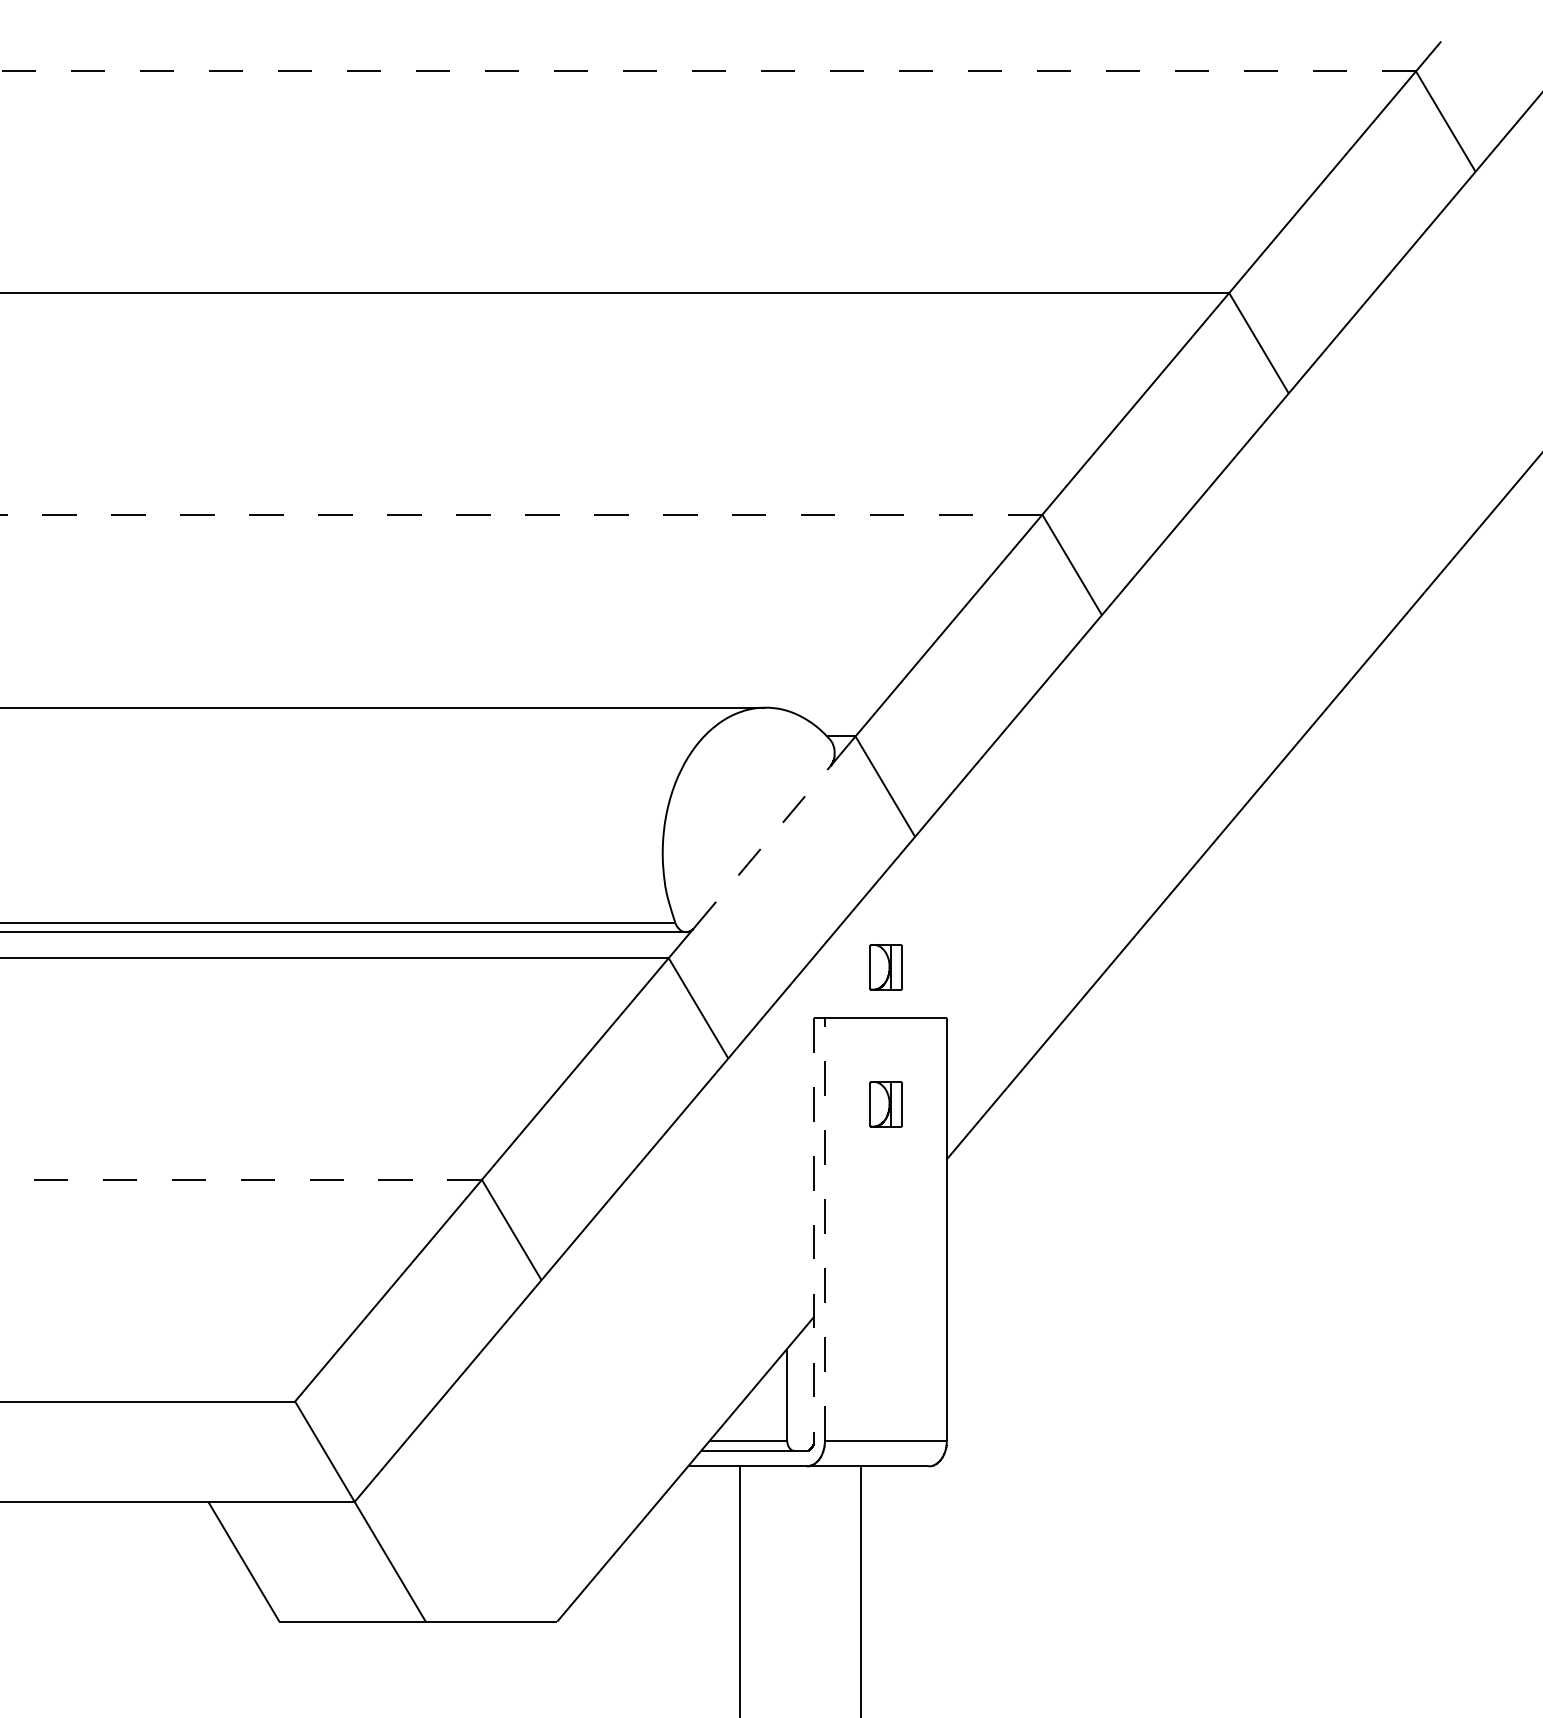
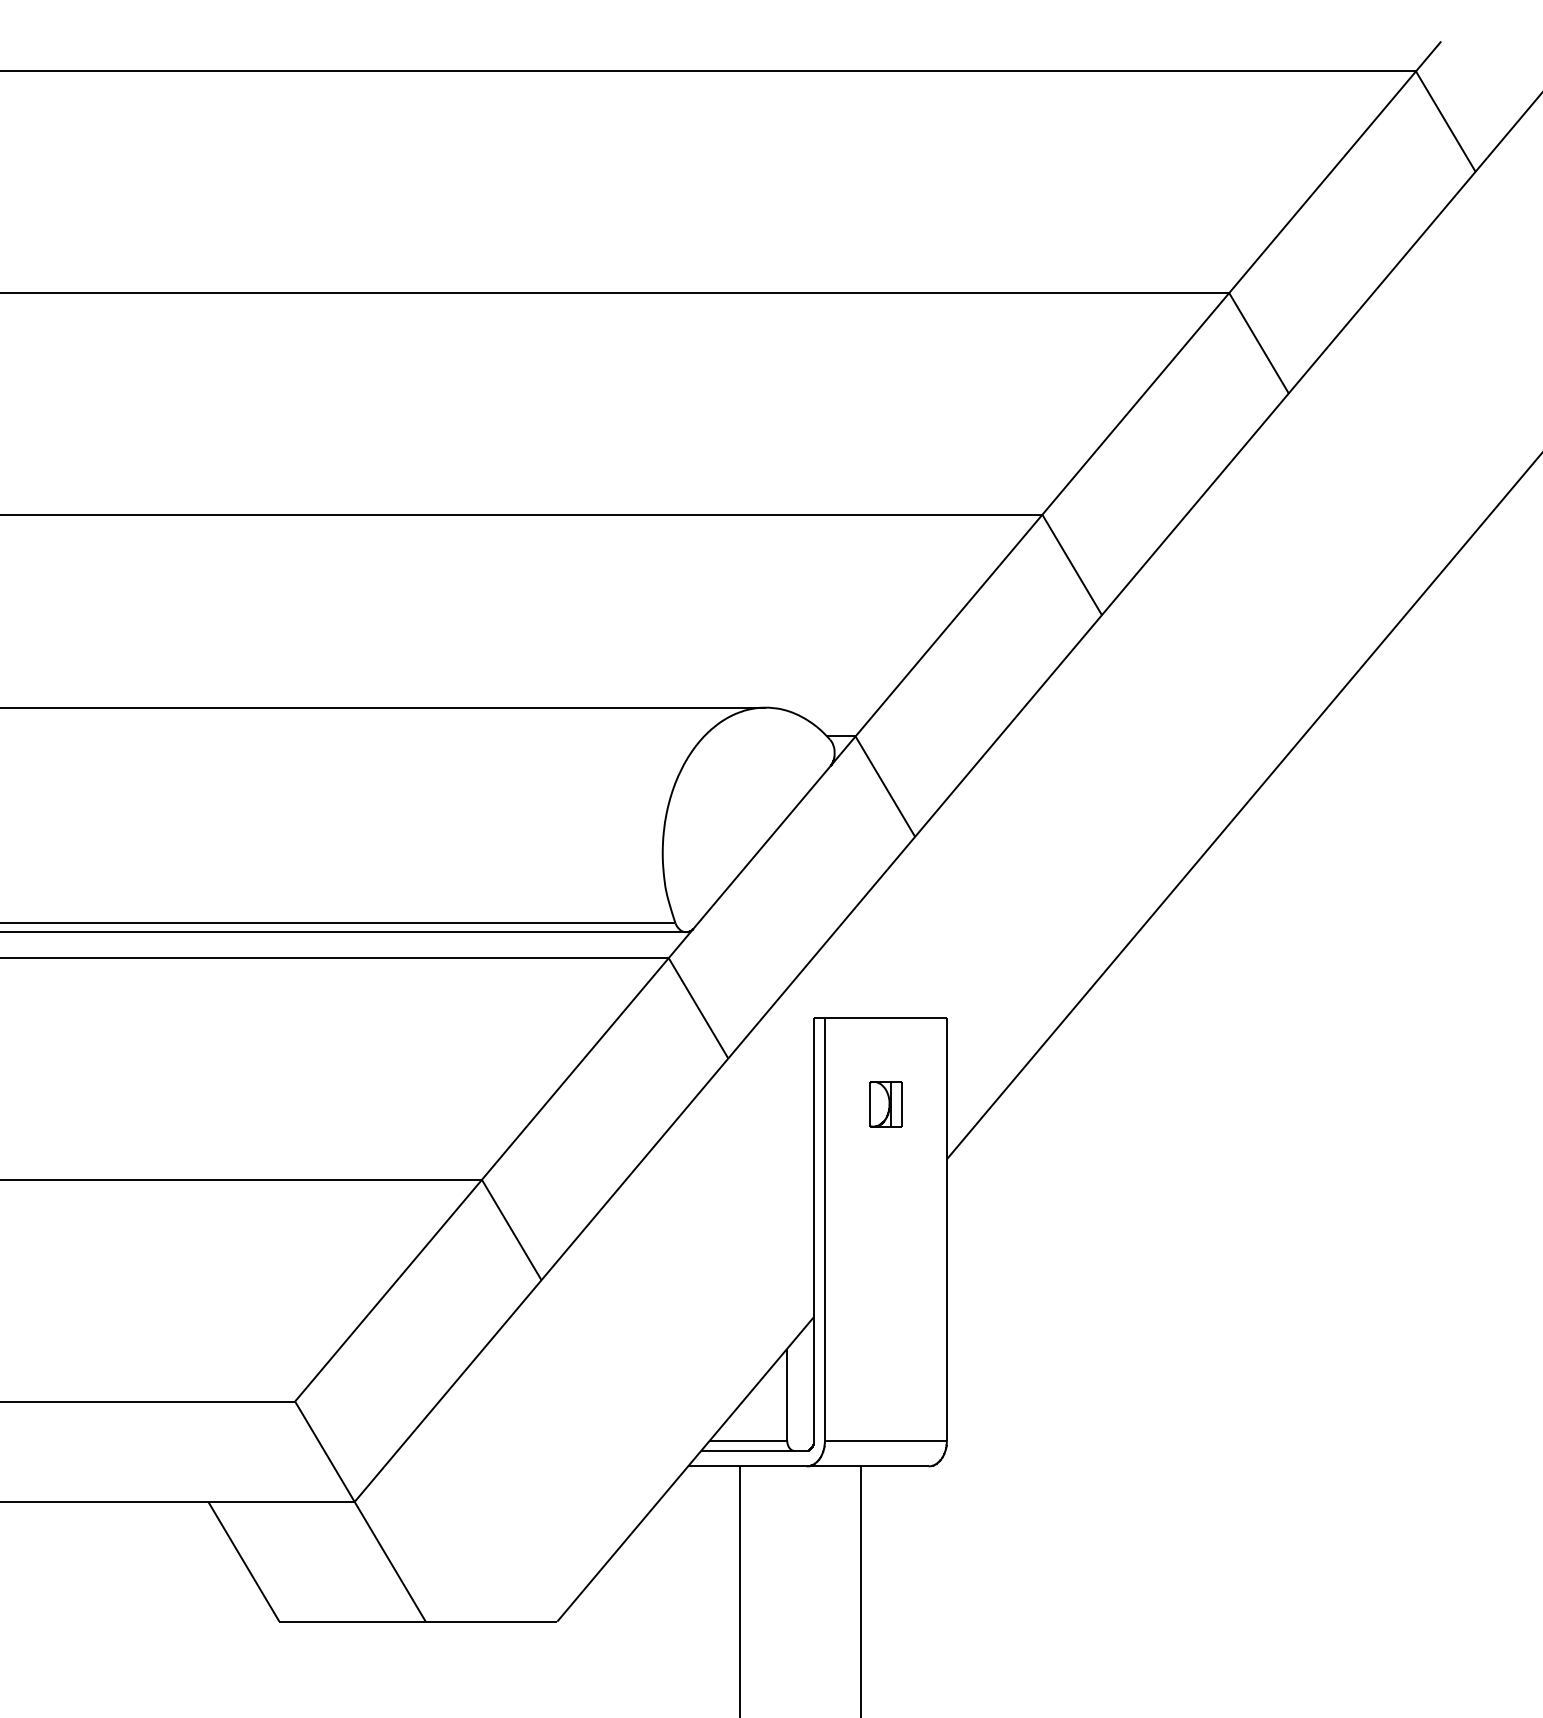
line at (708, 71): dashed -> solid
line at (521, 514): dashed -> solid
line at (762, 847): dashed -> solid
part at (885, 967): present -> none
line at (240, 1179): dashed -> solid
line at (824, 1228): dashed -> solid
line at (814, 1229): dashed -> solid
